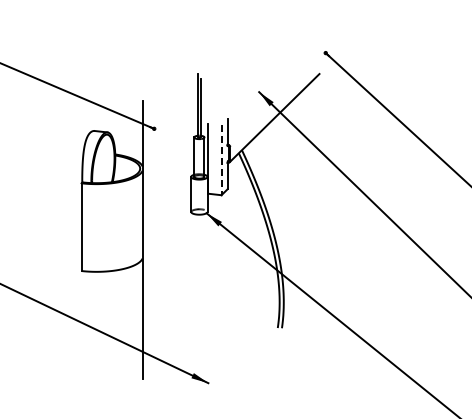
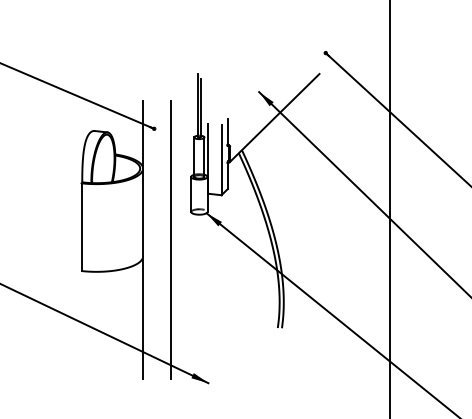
line at (221, 160): dashed -> solid
line at (389, 208): none -> present
line at (170, 240): none -> present
